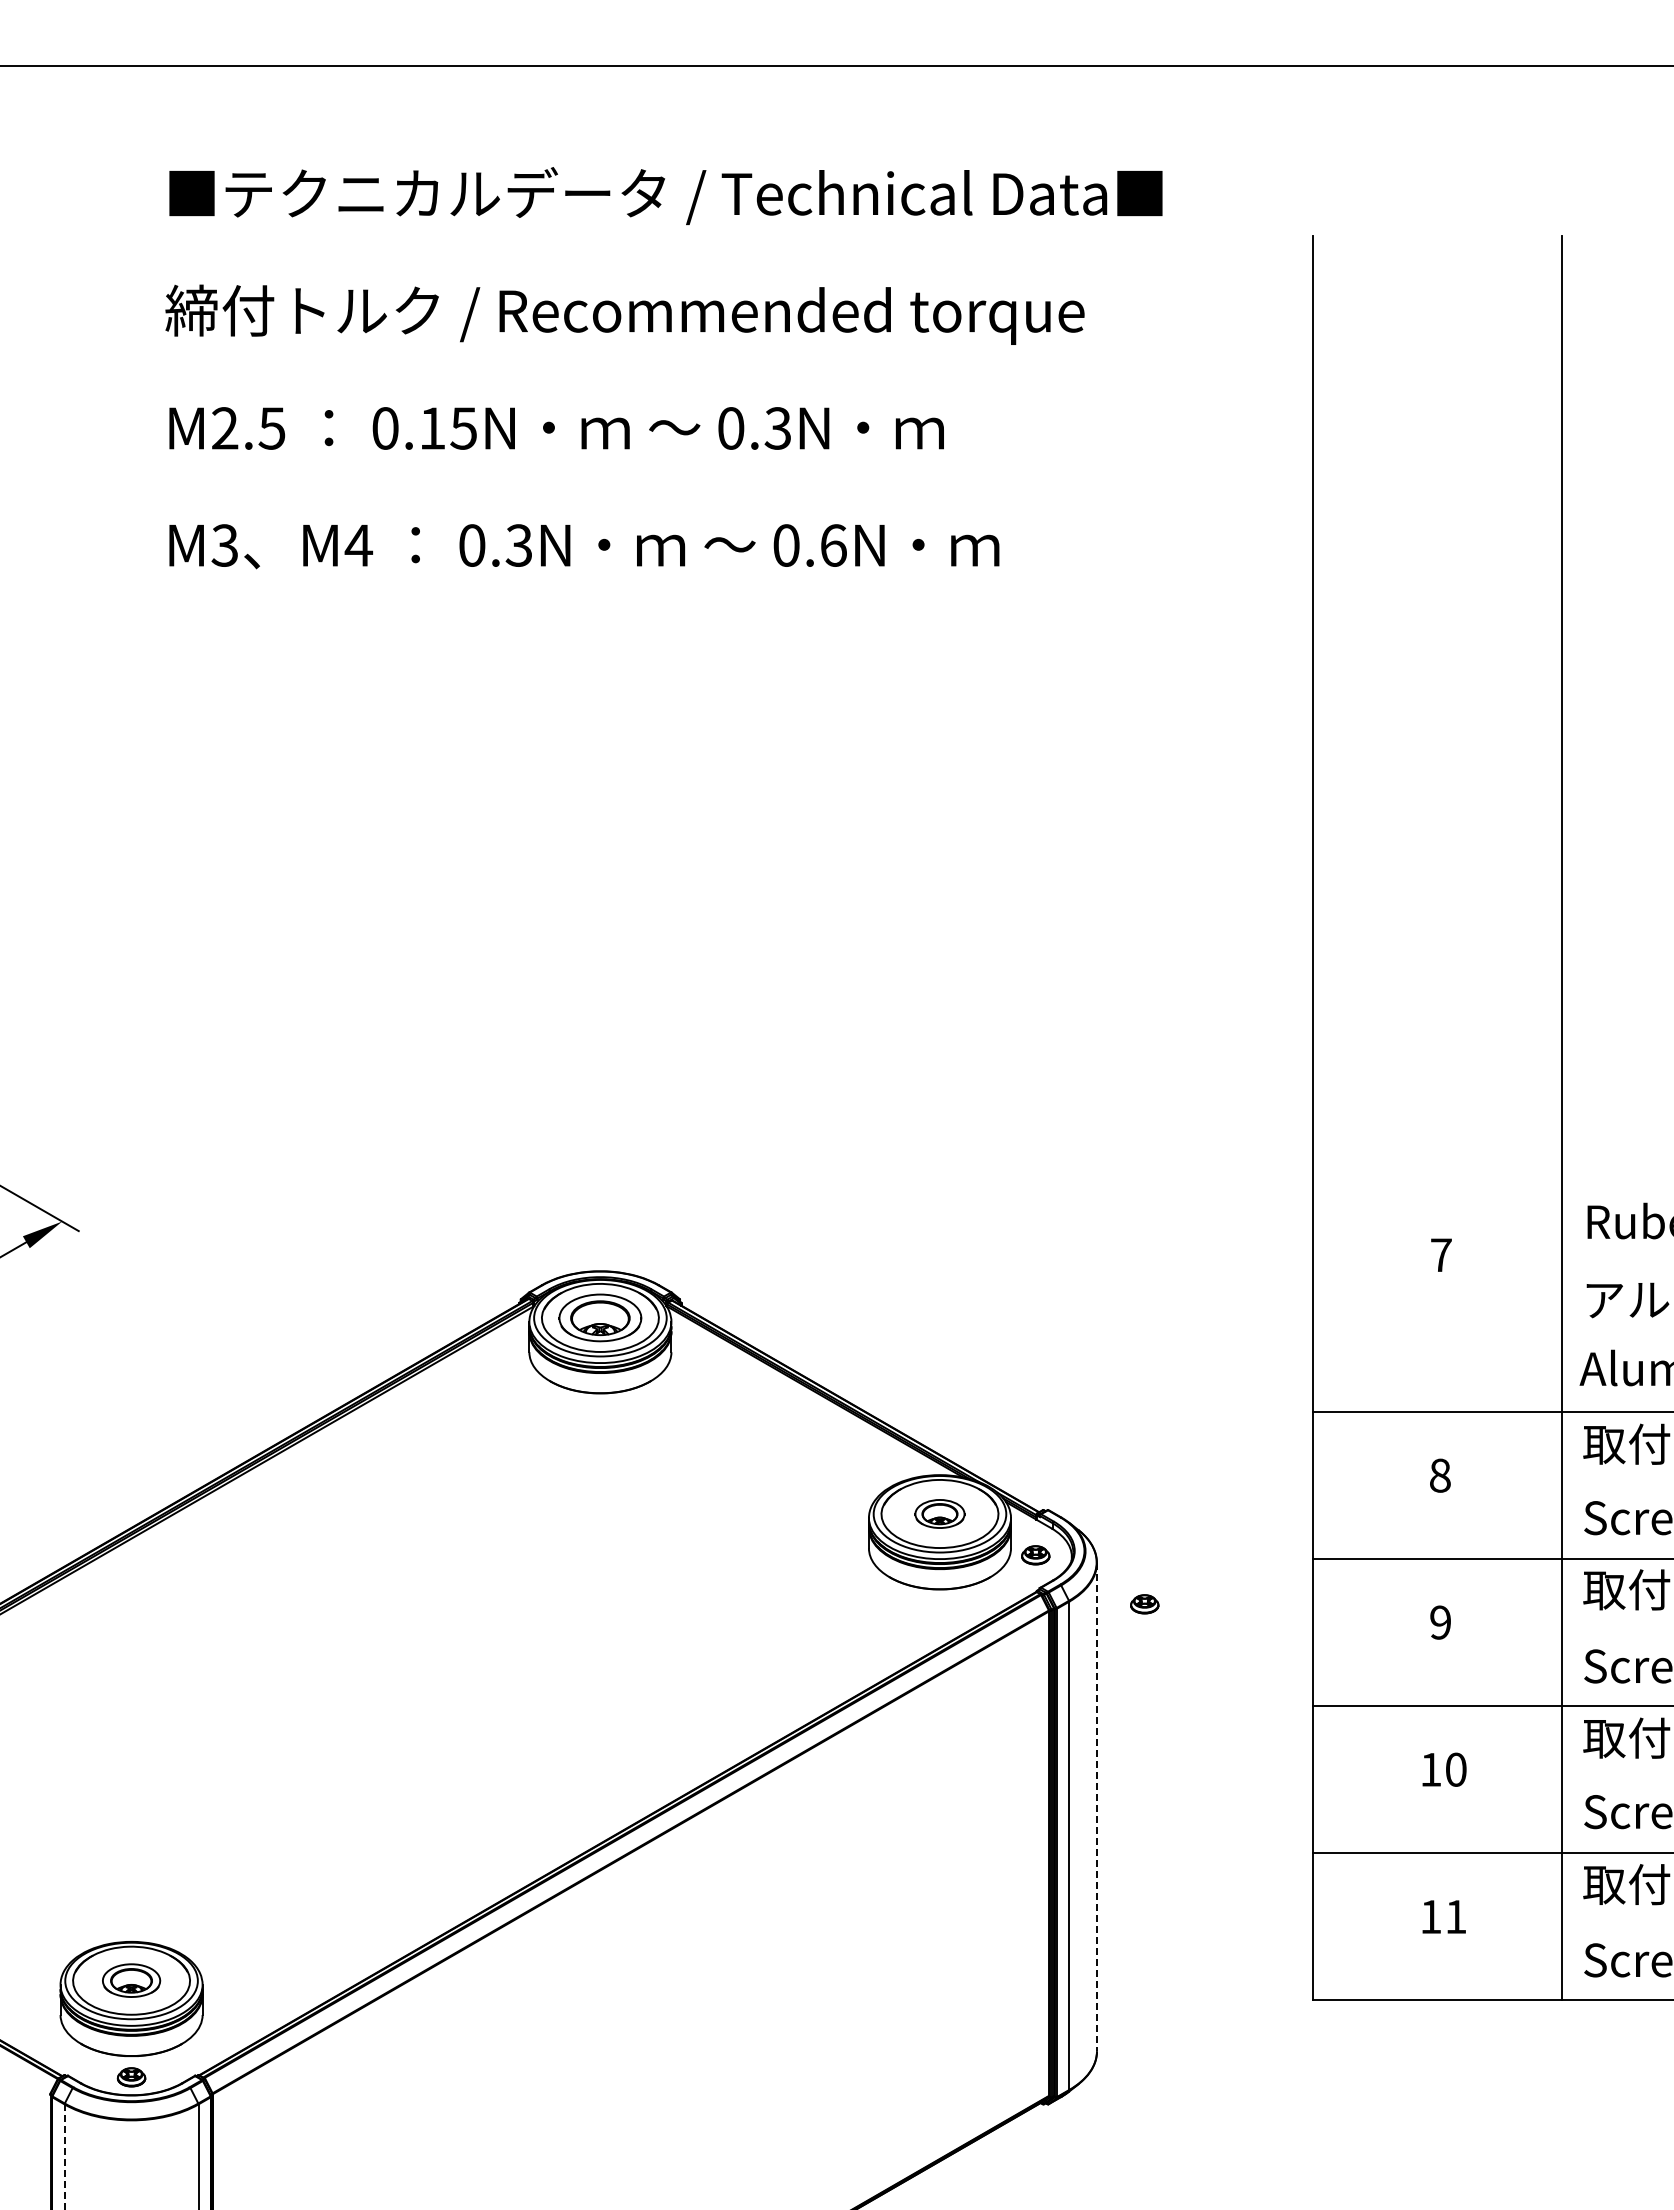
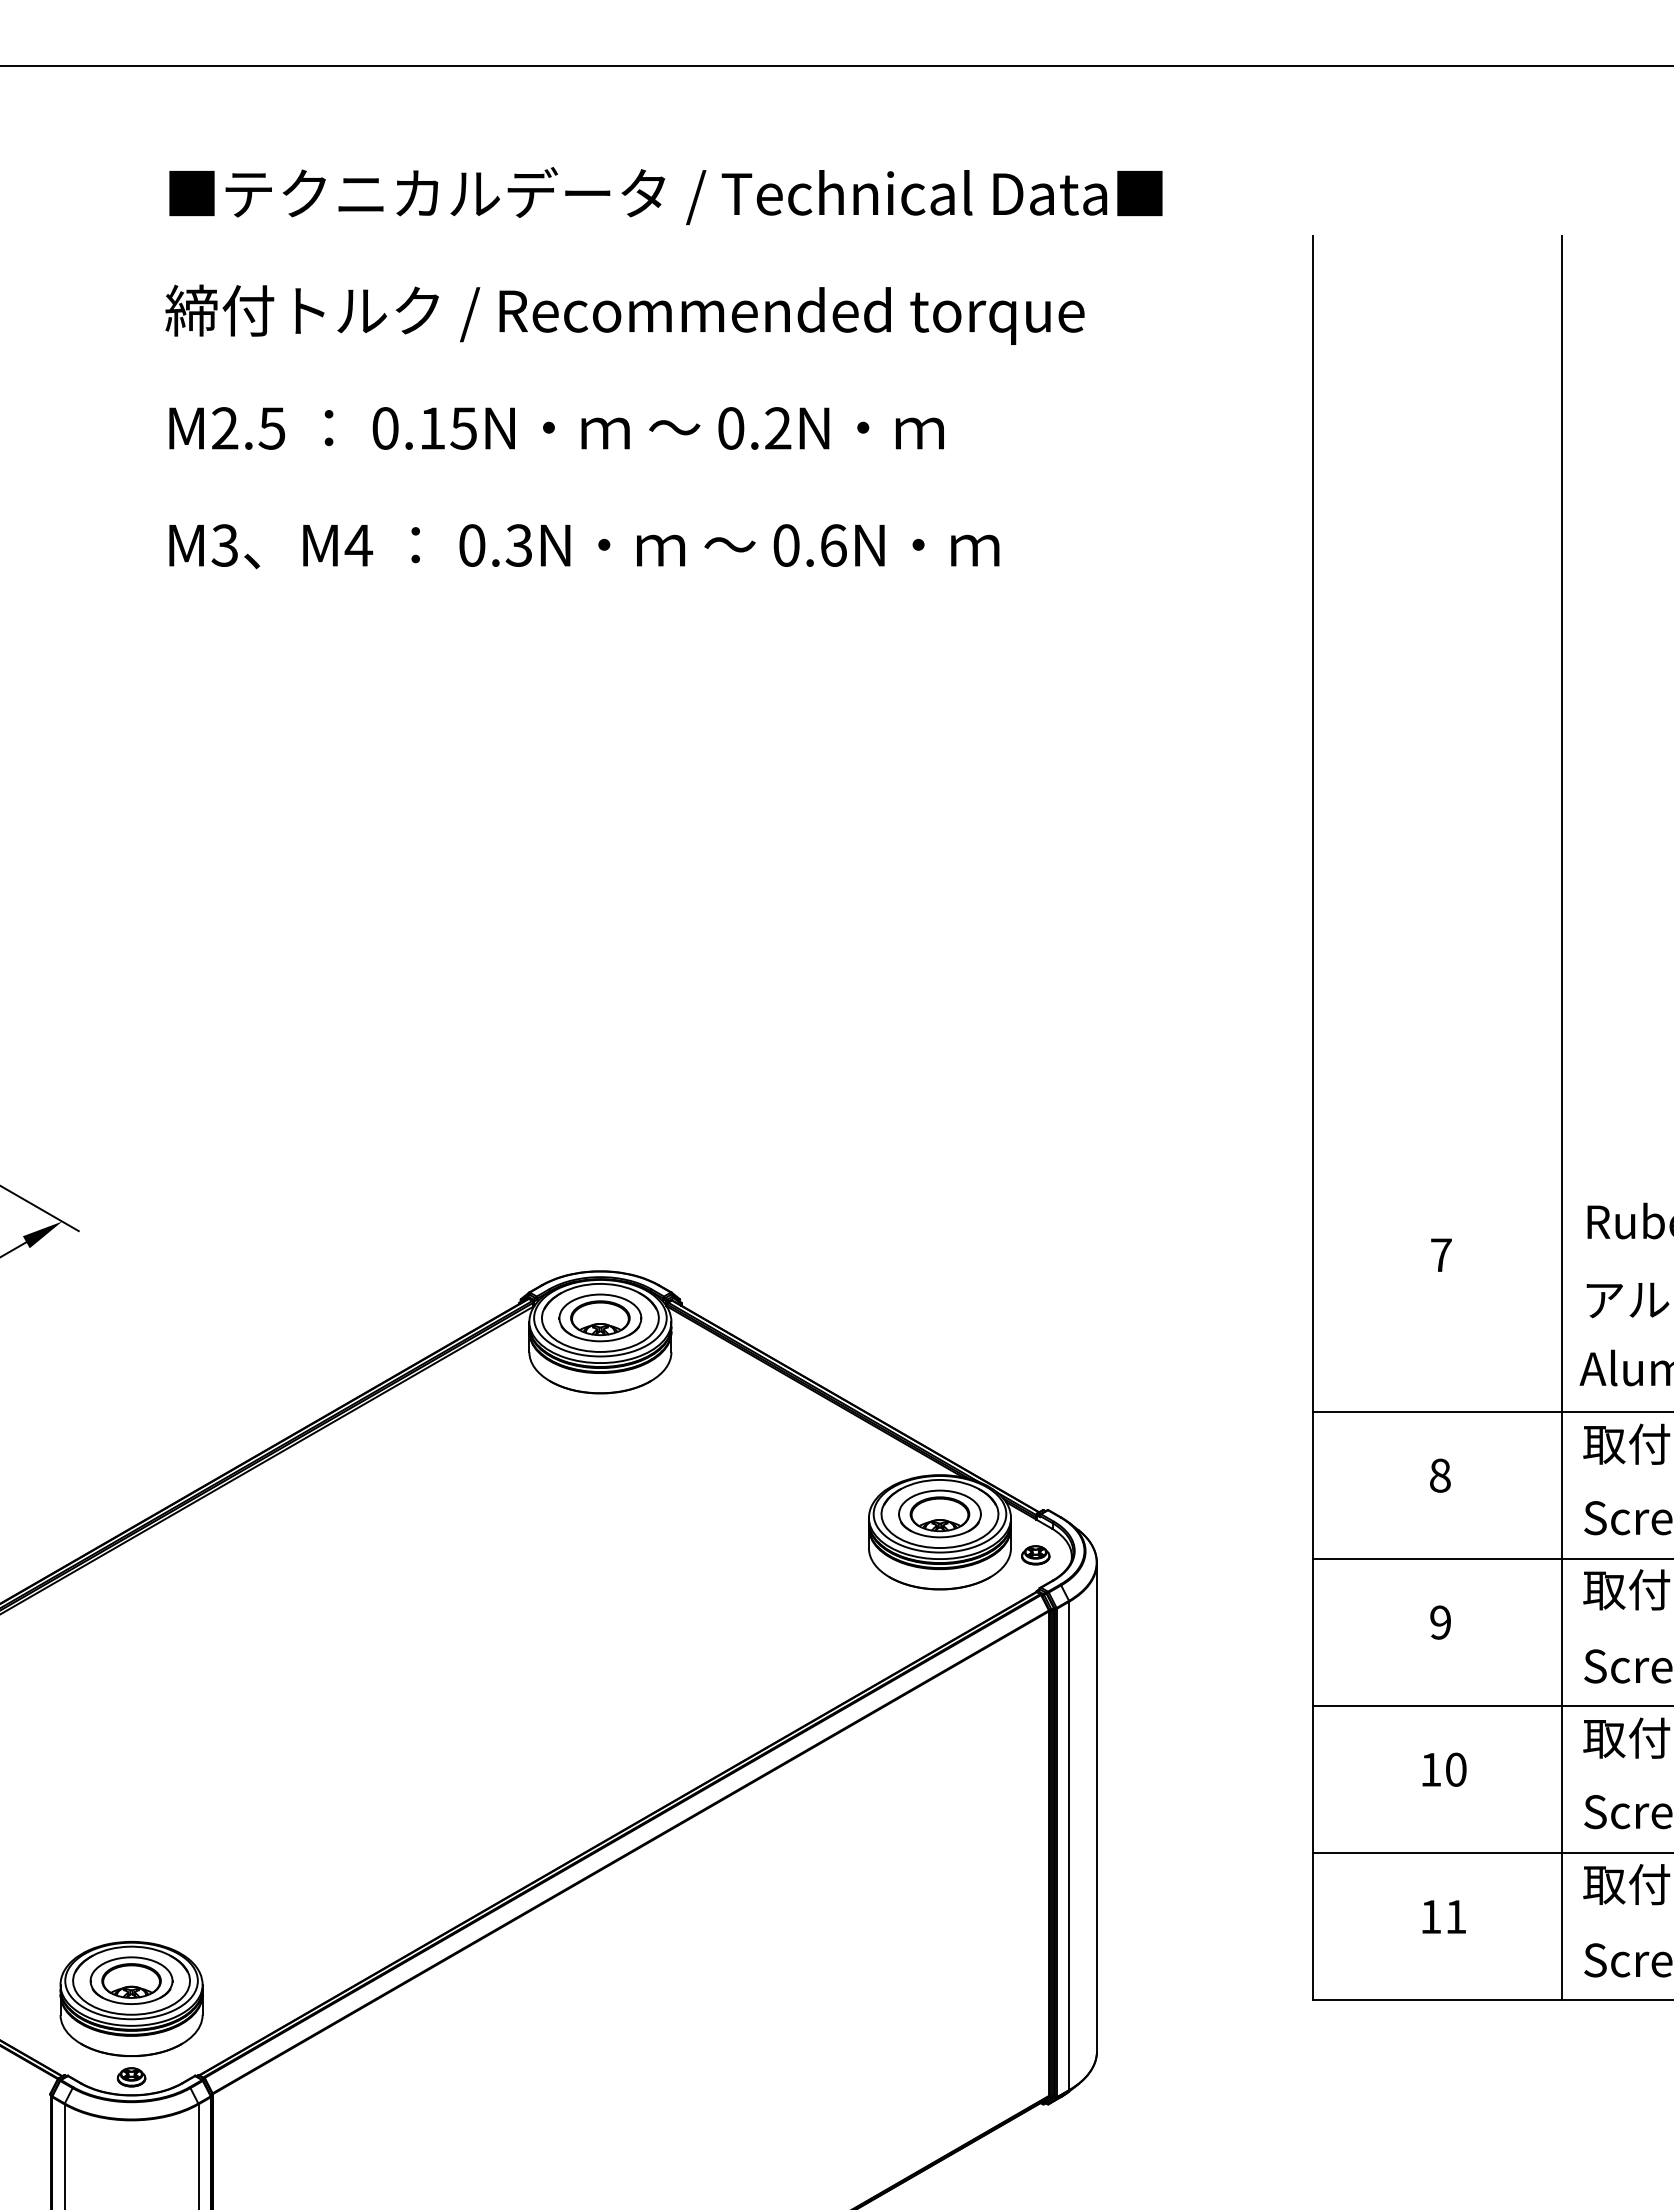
text at (777, 428): 0.3N -> 0.2N
part at (939, 1513) size: 52x30 px -> 84x50 px
part at (1144, 1604): present -> none
line at (1096, 1807): dashed -> solid
part at (131, 1980) size: 60x35 px -> 85x49 px
line at (64, 2157): dashed -> solid
